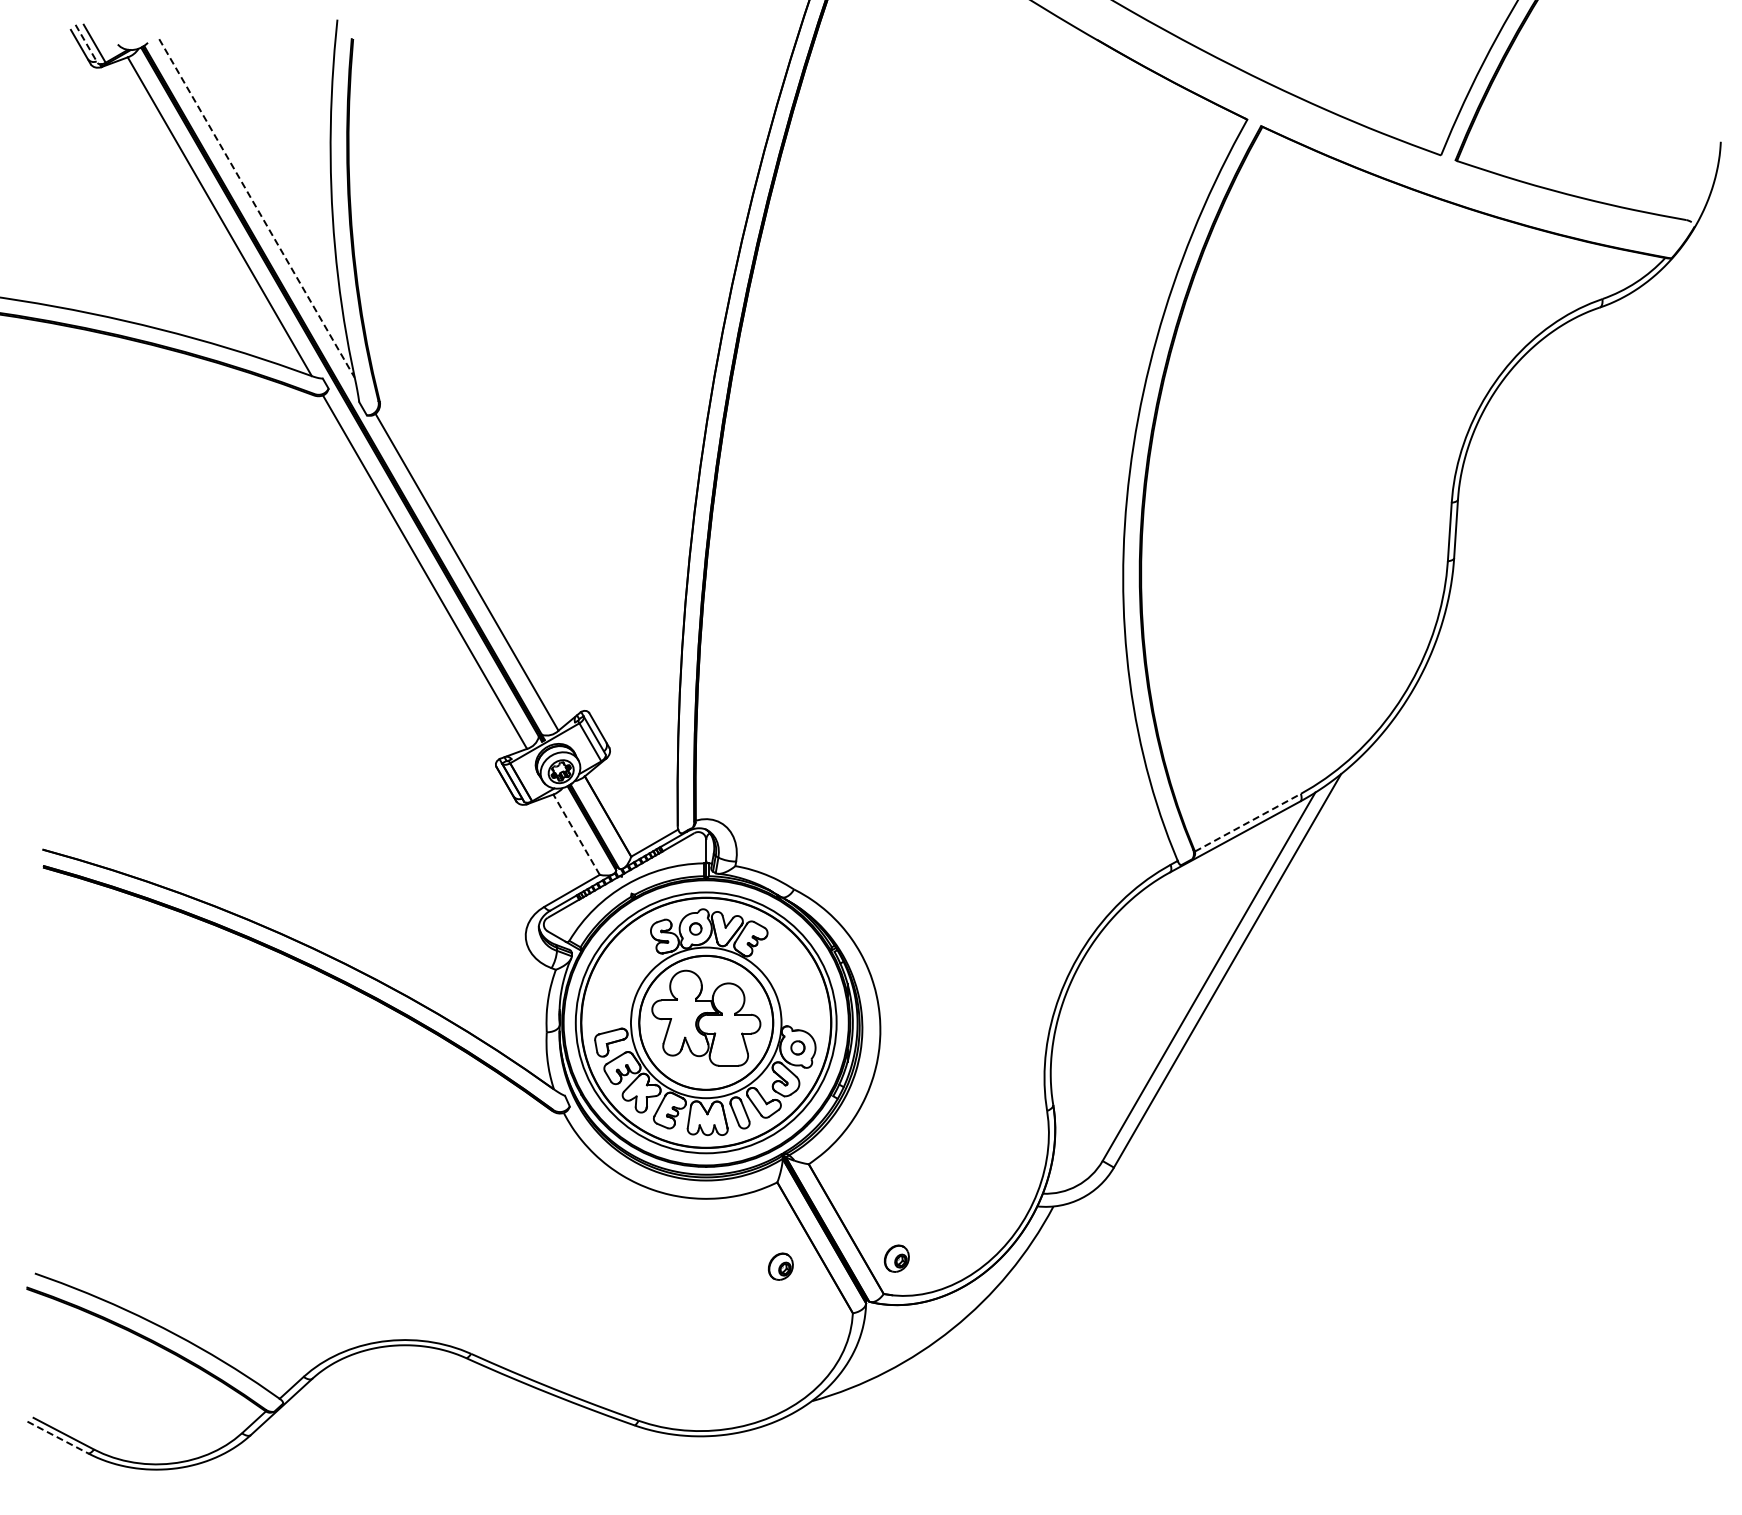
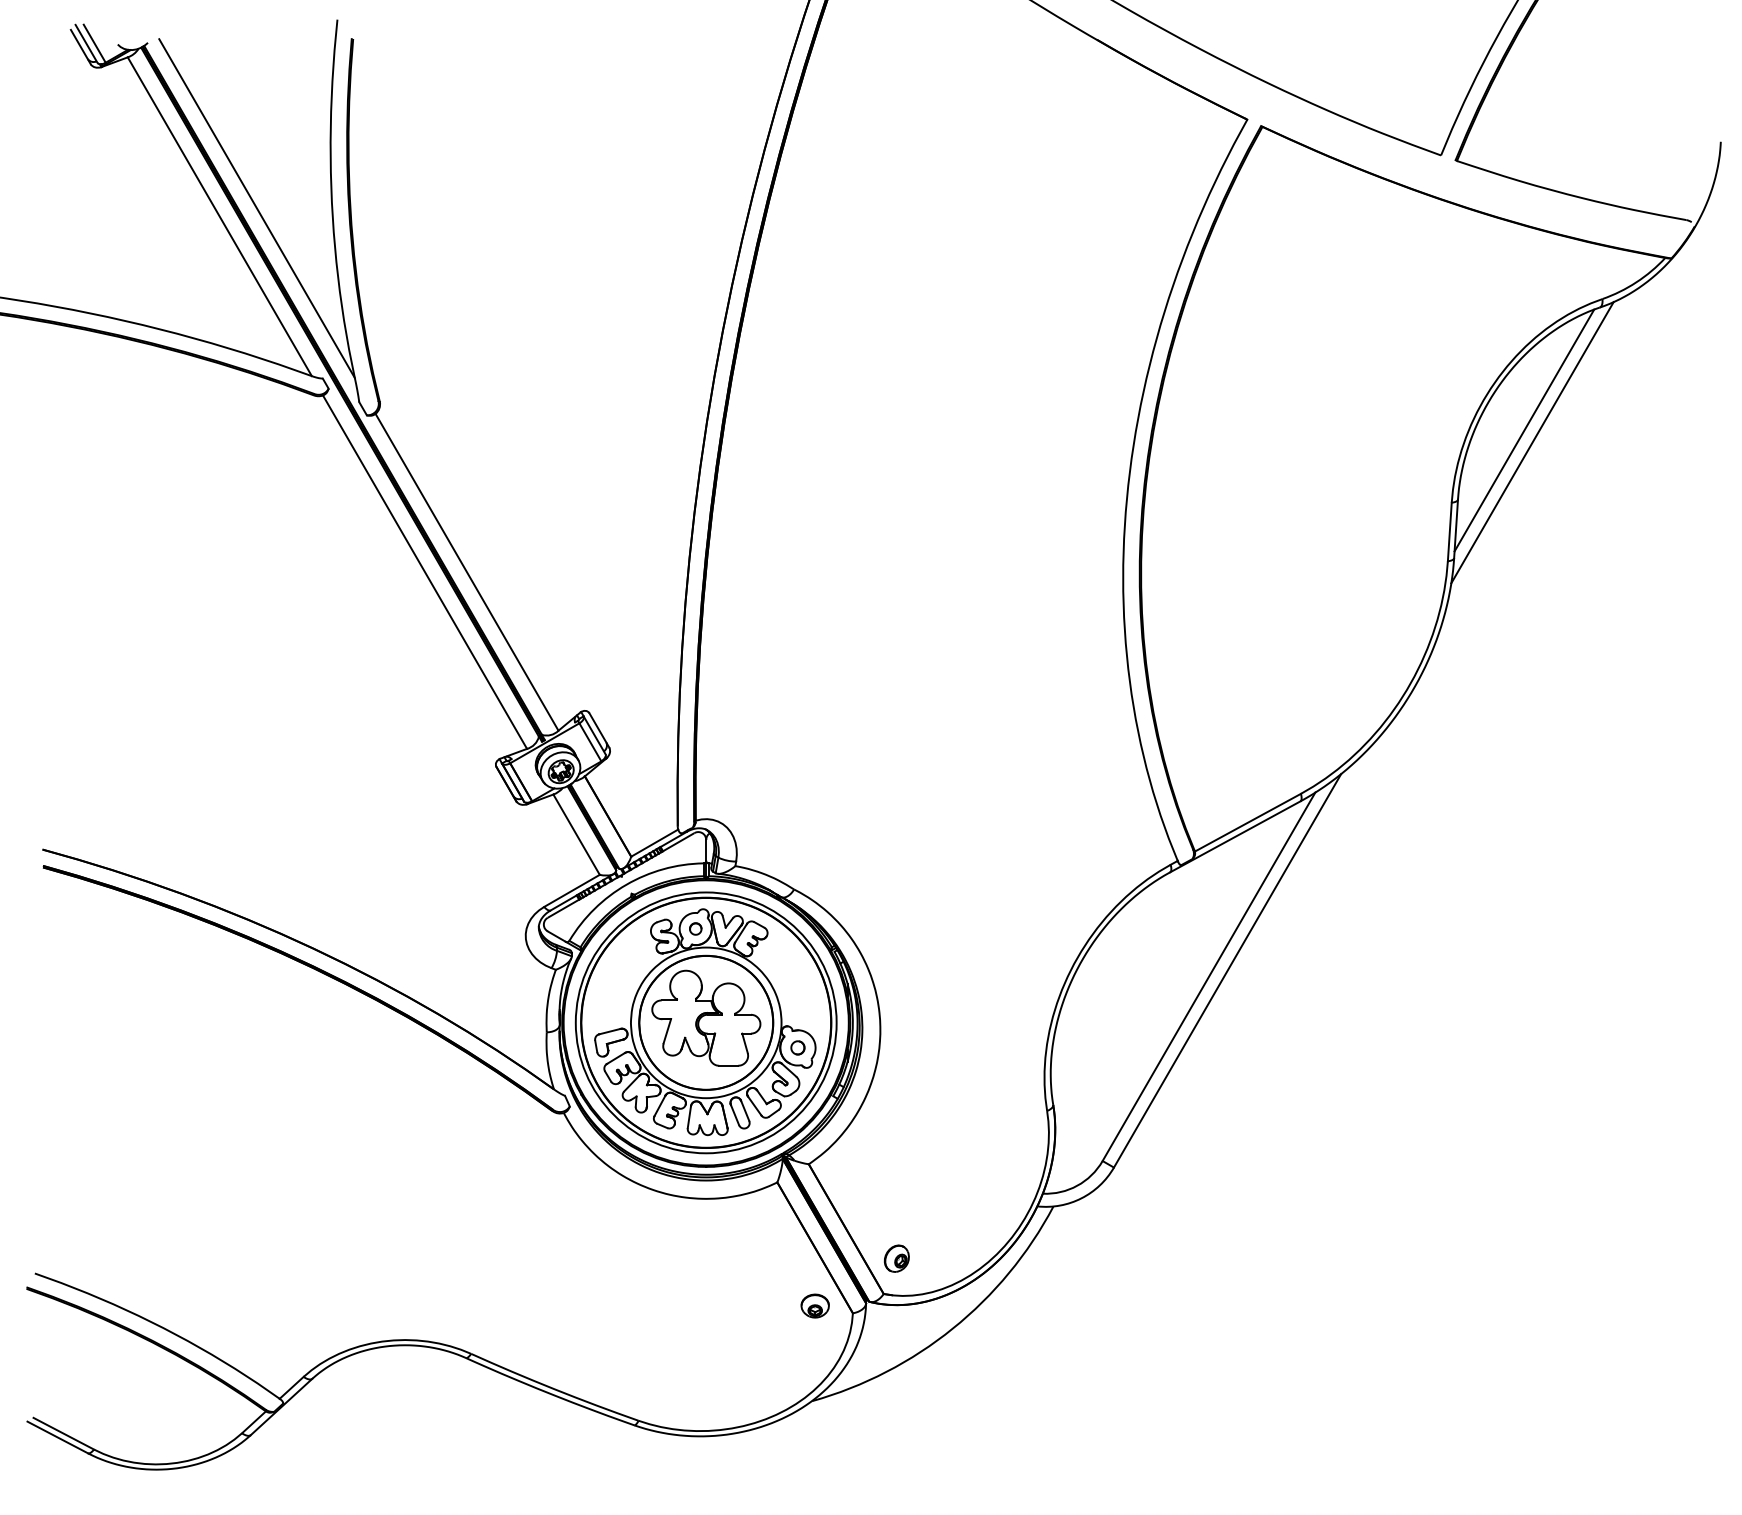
line at (86, 43): dashed -> solid
line at (257, 208): dashed -> solid
line at (1524, 430): none -> present
line at (1532, 442): none -> present
line at (1248, 822): dashed -> solid
line at (576, 834): dashed -> solid
part at (780, 1266): present -> none
part at (814, 1305): none -> present
line at (58, 1437): dashed -> solid
